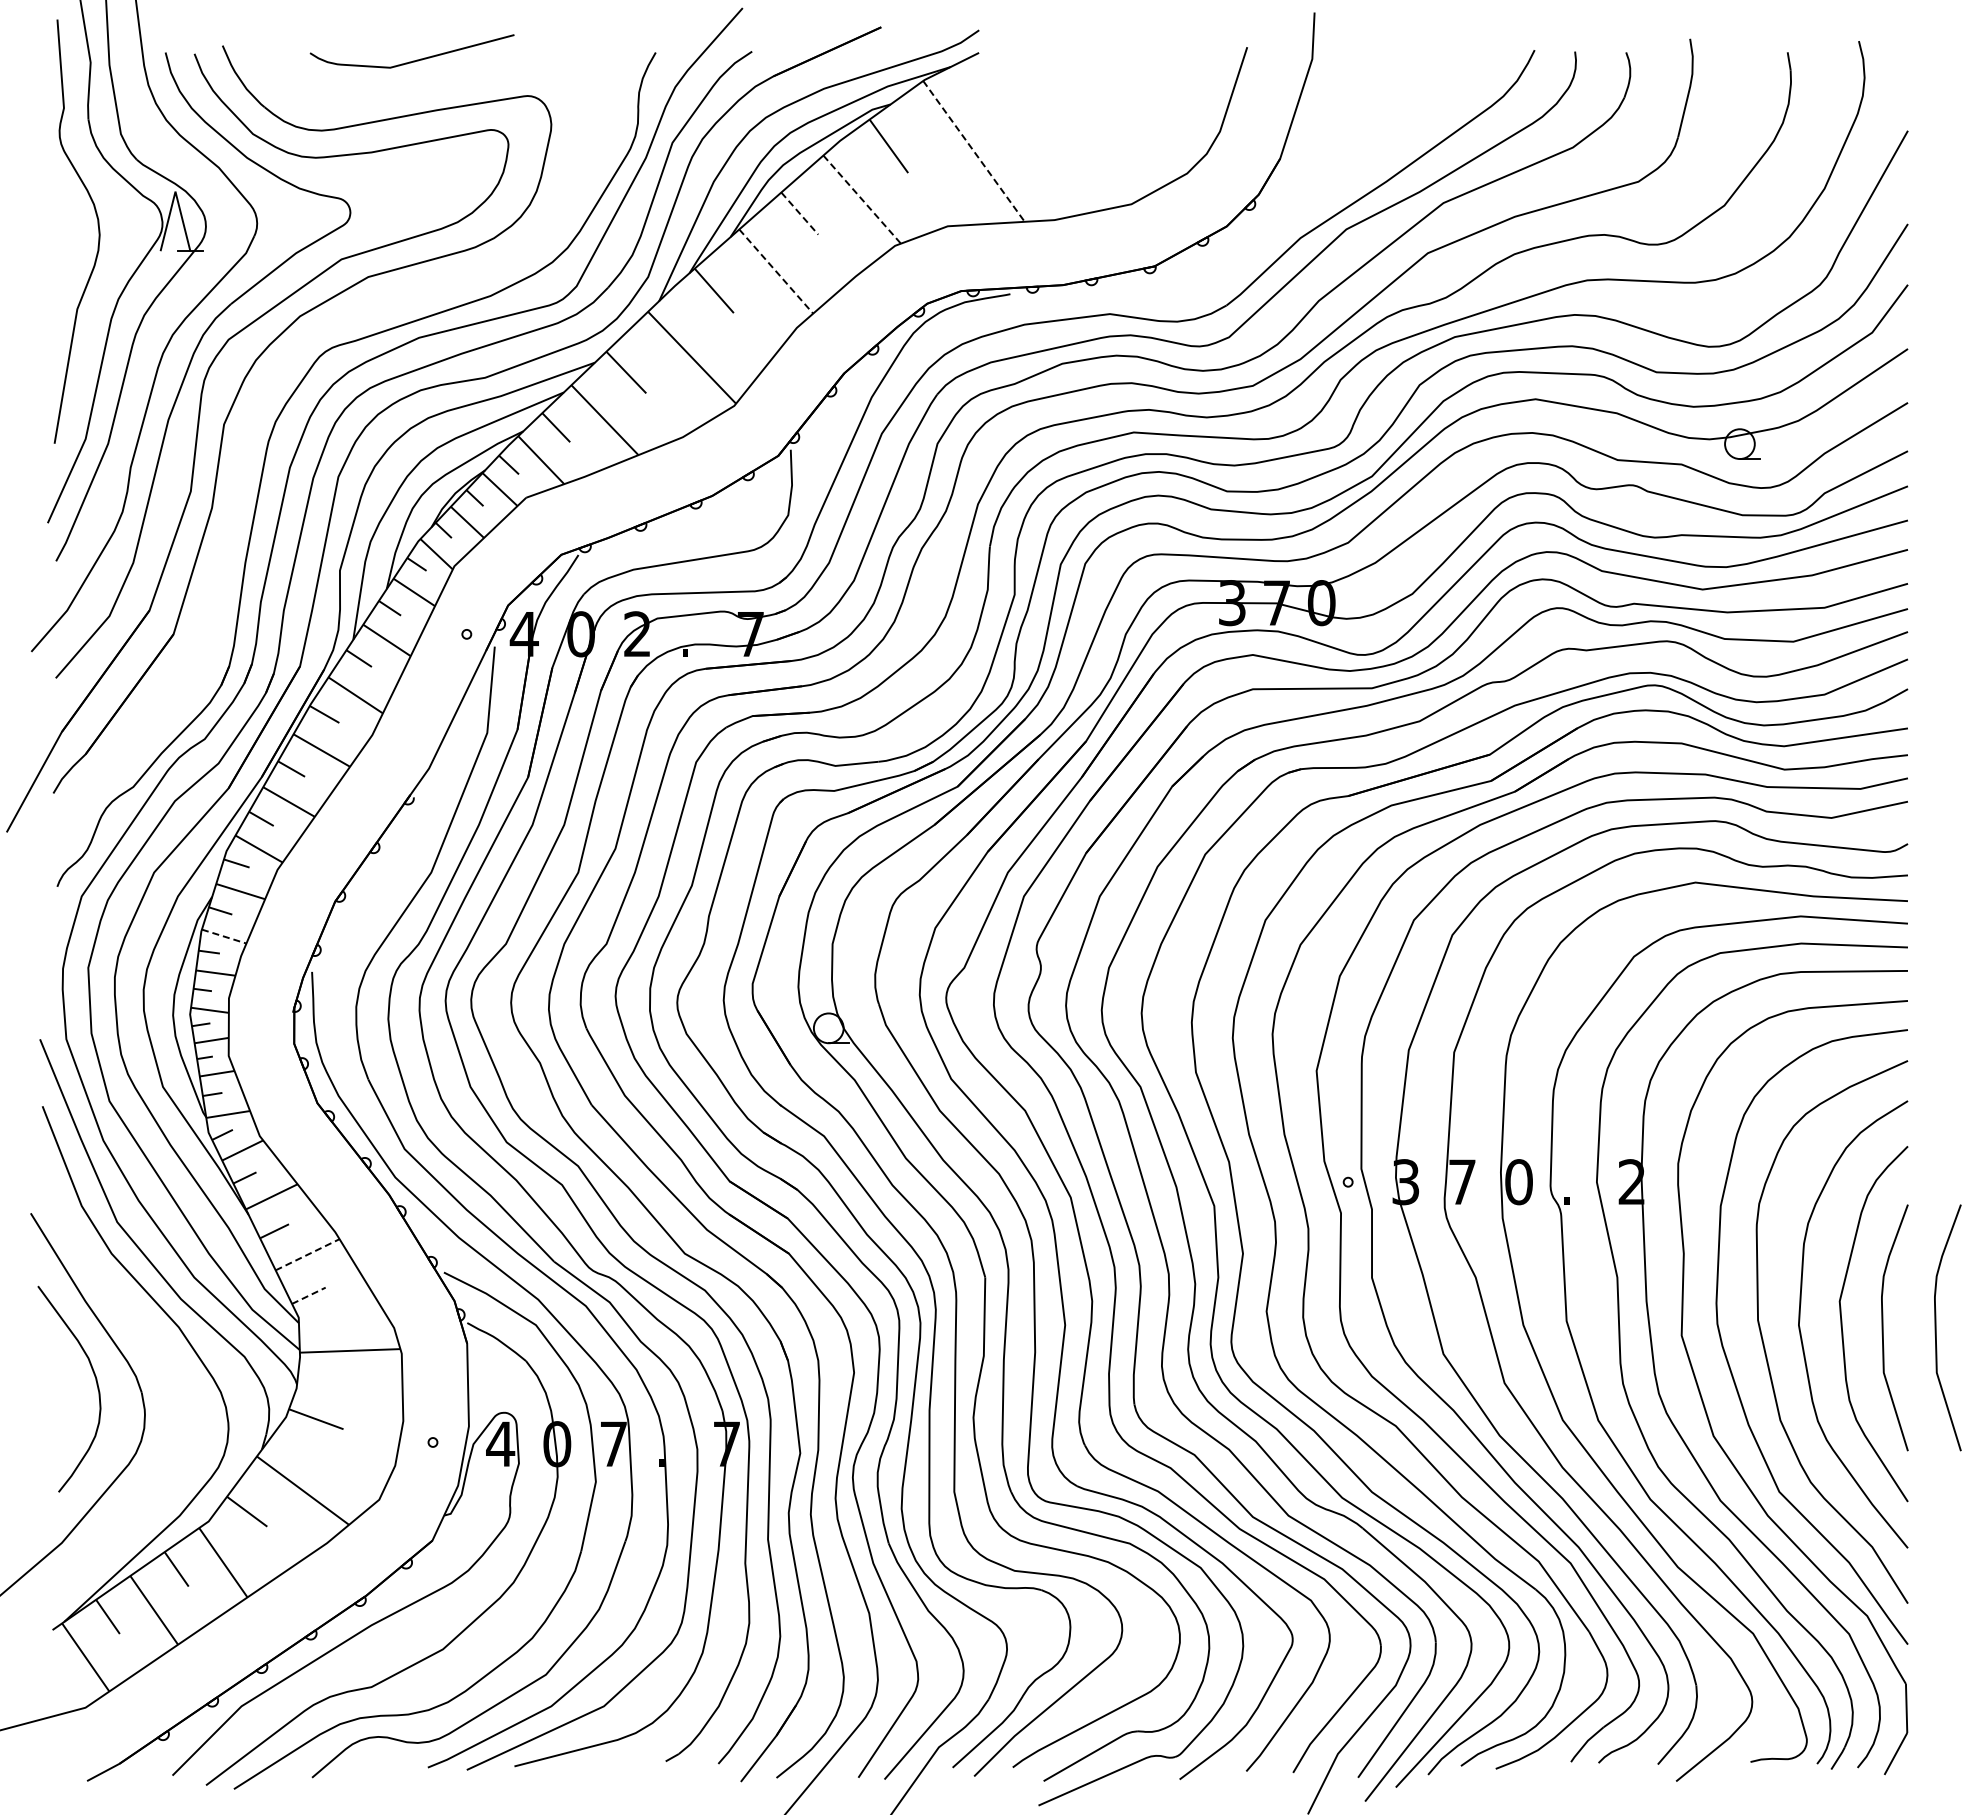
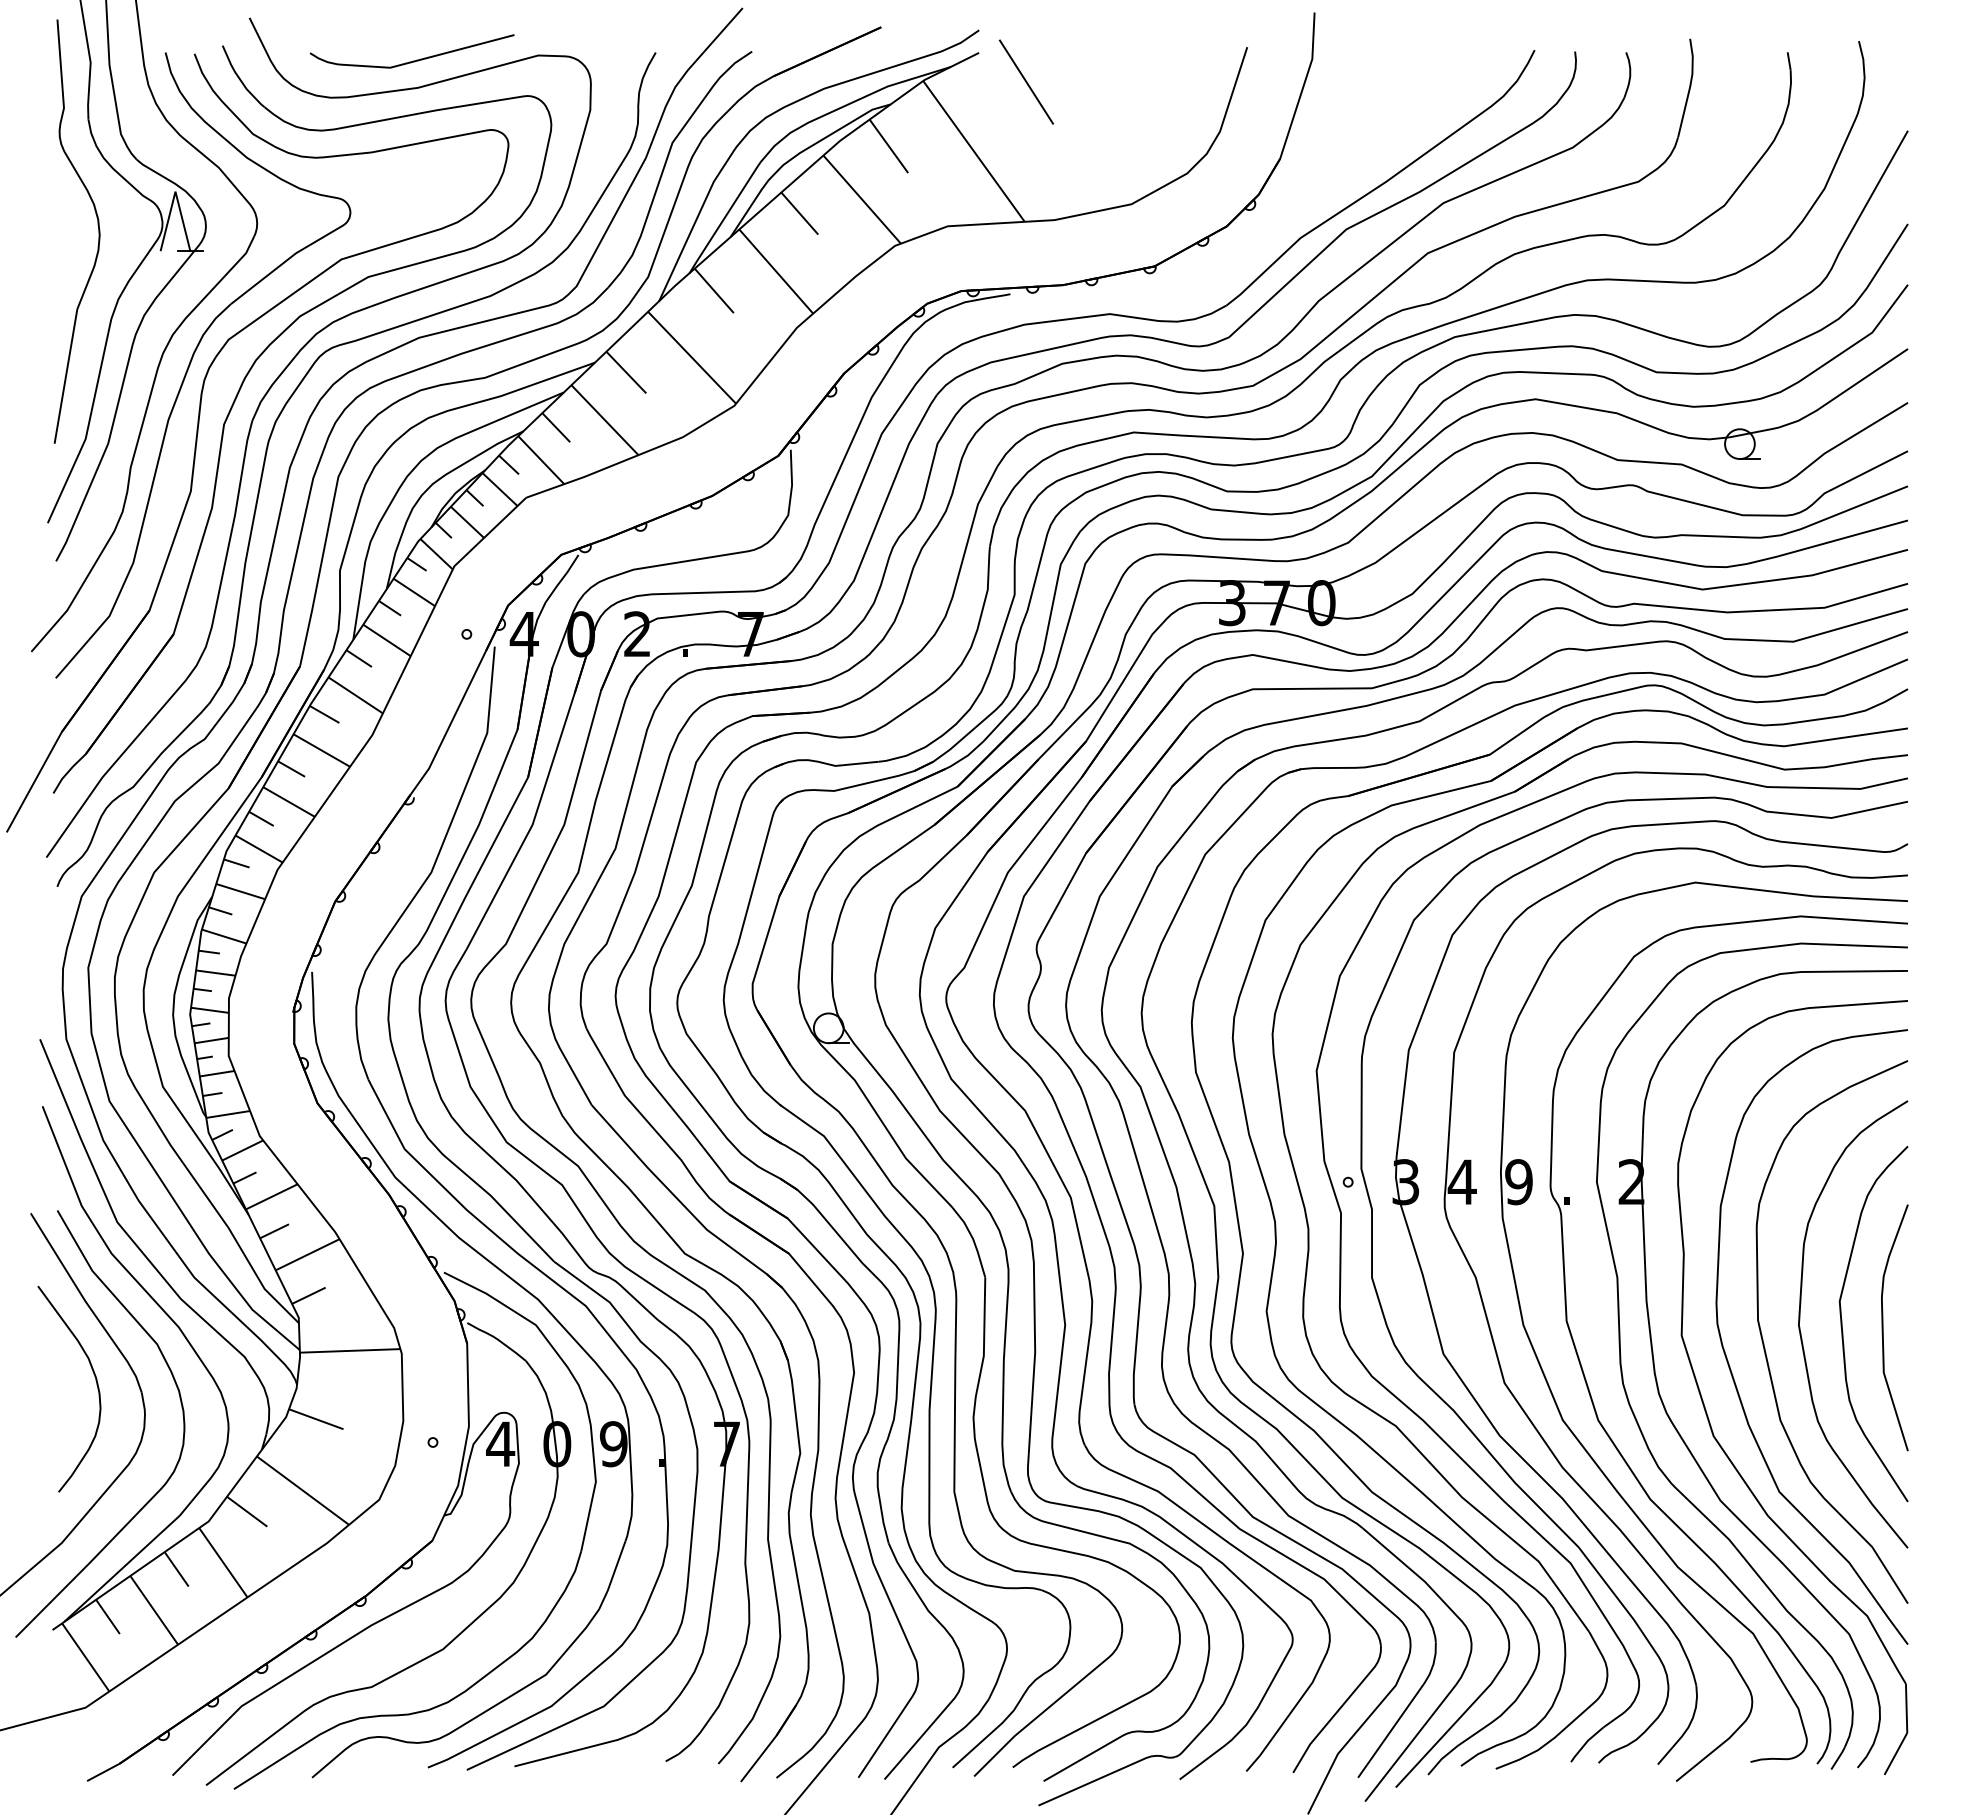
line at (1025, 81): none -> present
line at (973, 151): dashed -> solid
line at (862, 199): dashed -> solid
line at (799, 213): dashed -> solid
line at (776, 271): dashed -> solid
part at (257, 412): none -> present
line at (224, 936): dashed -> solid
text at (1461, 1181): 7 -> 4
text at (1518, 1182): 0 -> 9
line at (307, 1254): dashed -> solid
line at (308, 1295): dashed -> solid
curve at (1936, 1327): present -> none
curve at (182, 1415): none -> present
text at (613, 1444): 7 -> 9
